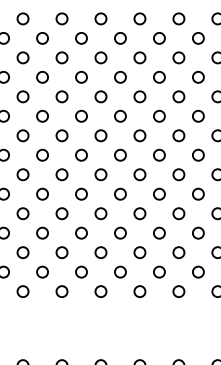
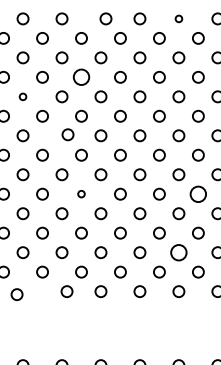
circle at (100, 18) position: (100, 18) -> (105, 18)
circle at (178, 18) size: 14x14 px -> 10x10 px
circle at (81, 77) size: 13x13 px -> 19x18 px
circle at (22, 96) size: 14x14 px -> 10x10 px
circle at (61, 135) position: (61, 135) -> (67, 134)
circle at (81, 193) size: 13x14 px -> 9x9 px
circle at (198, 193) size: 13x14 px -> 18x18 px
circle at (178, 252) size: 14x13 px -> 18x18 px
circle at (22, 291) position: (22, 291) -> (16, 294)
circle at (61, 291) position: (61, 291) -> (66, 291)
